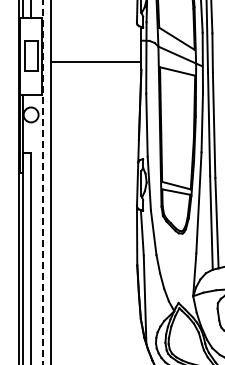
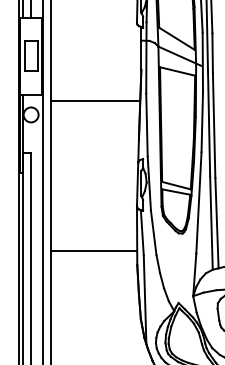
line at (95, 62) position: (95, 62) -> (95, 101)
line at (43, 182): dashed -> solid
line at (93, 250): none -> present
